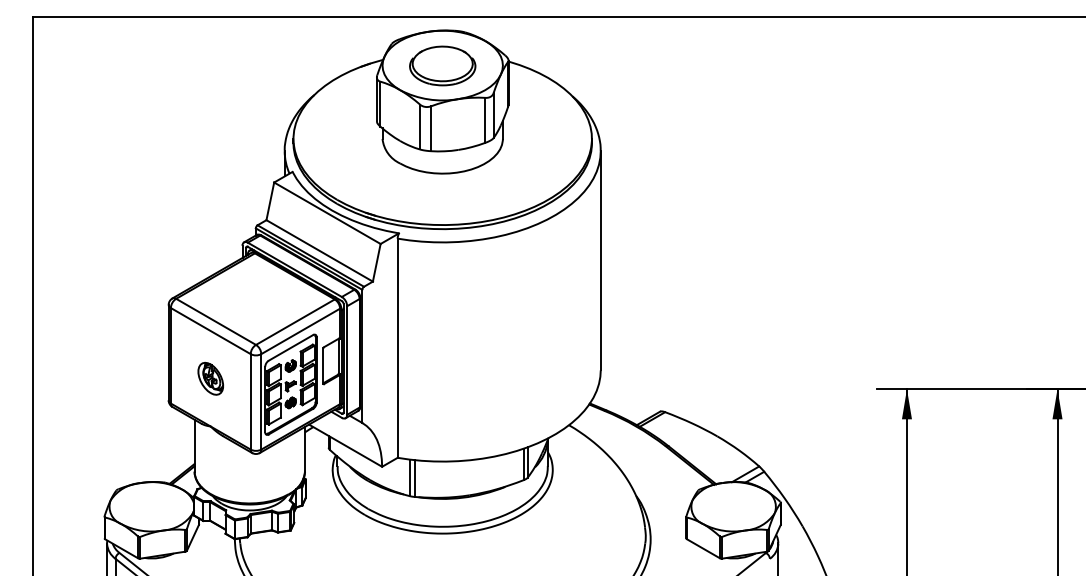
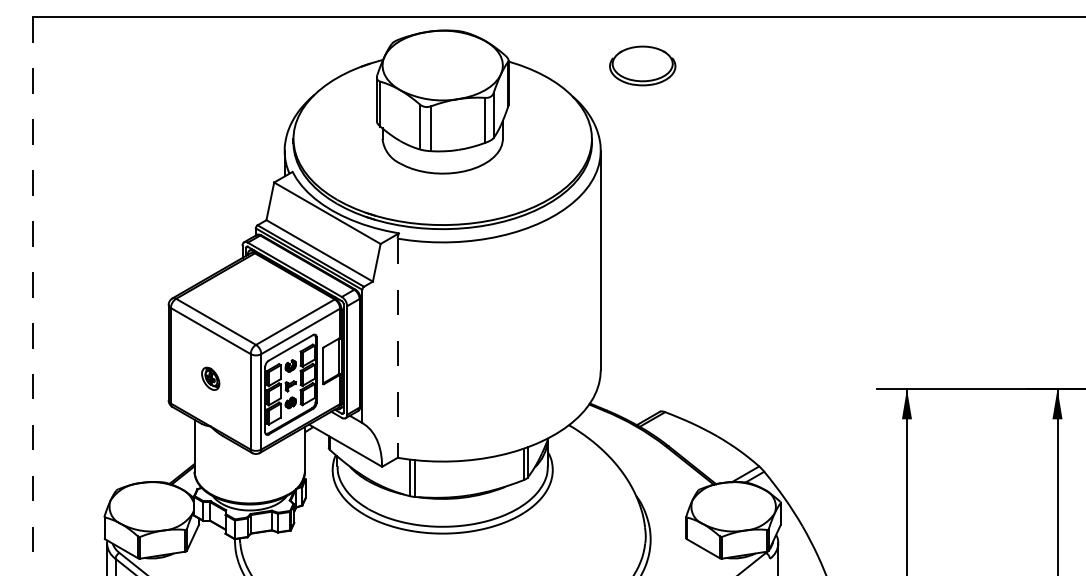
part at (442, 65) position: (442, 65) -> (642, 65)
line at (32, 297): solid -> dashed
line at (397, 348): solid -> dashed
part at (210, 378) size: 27x34 px -> 20x25 px
